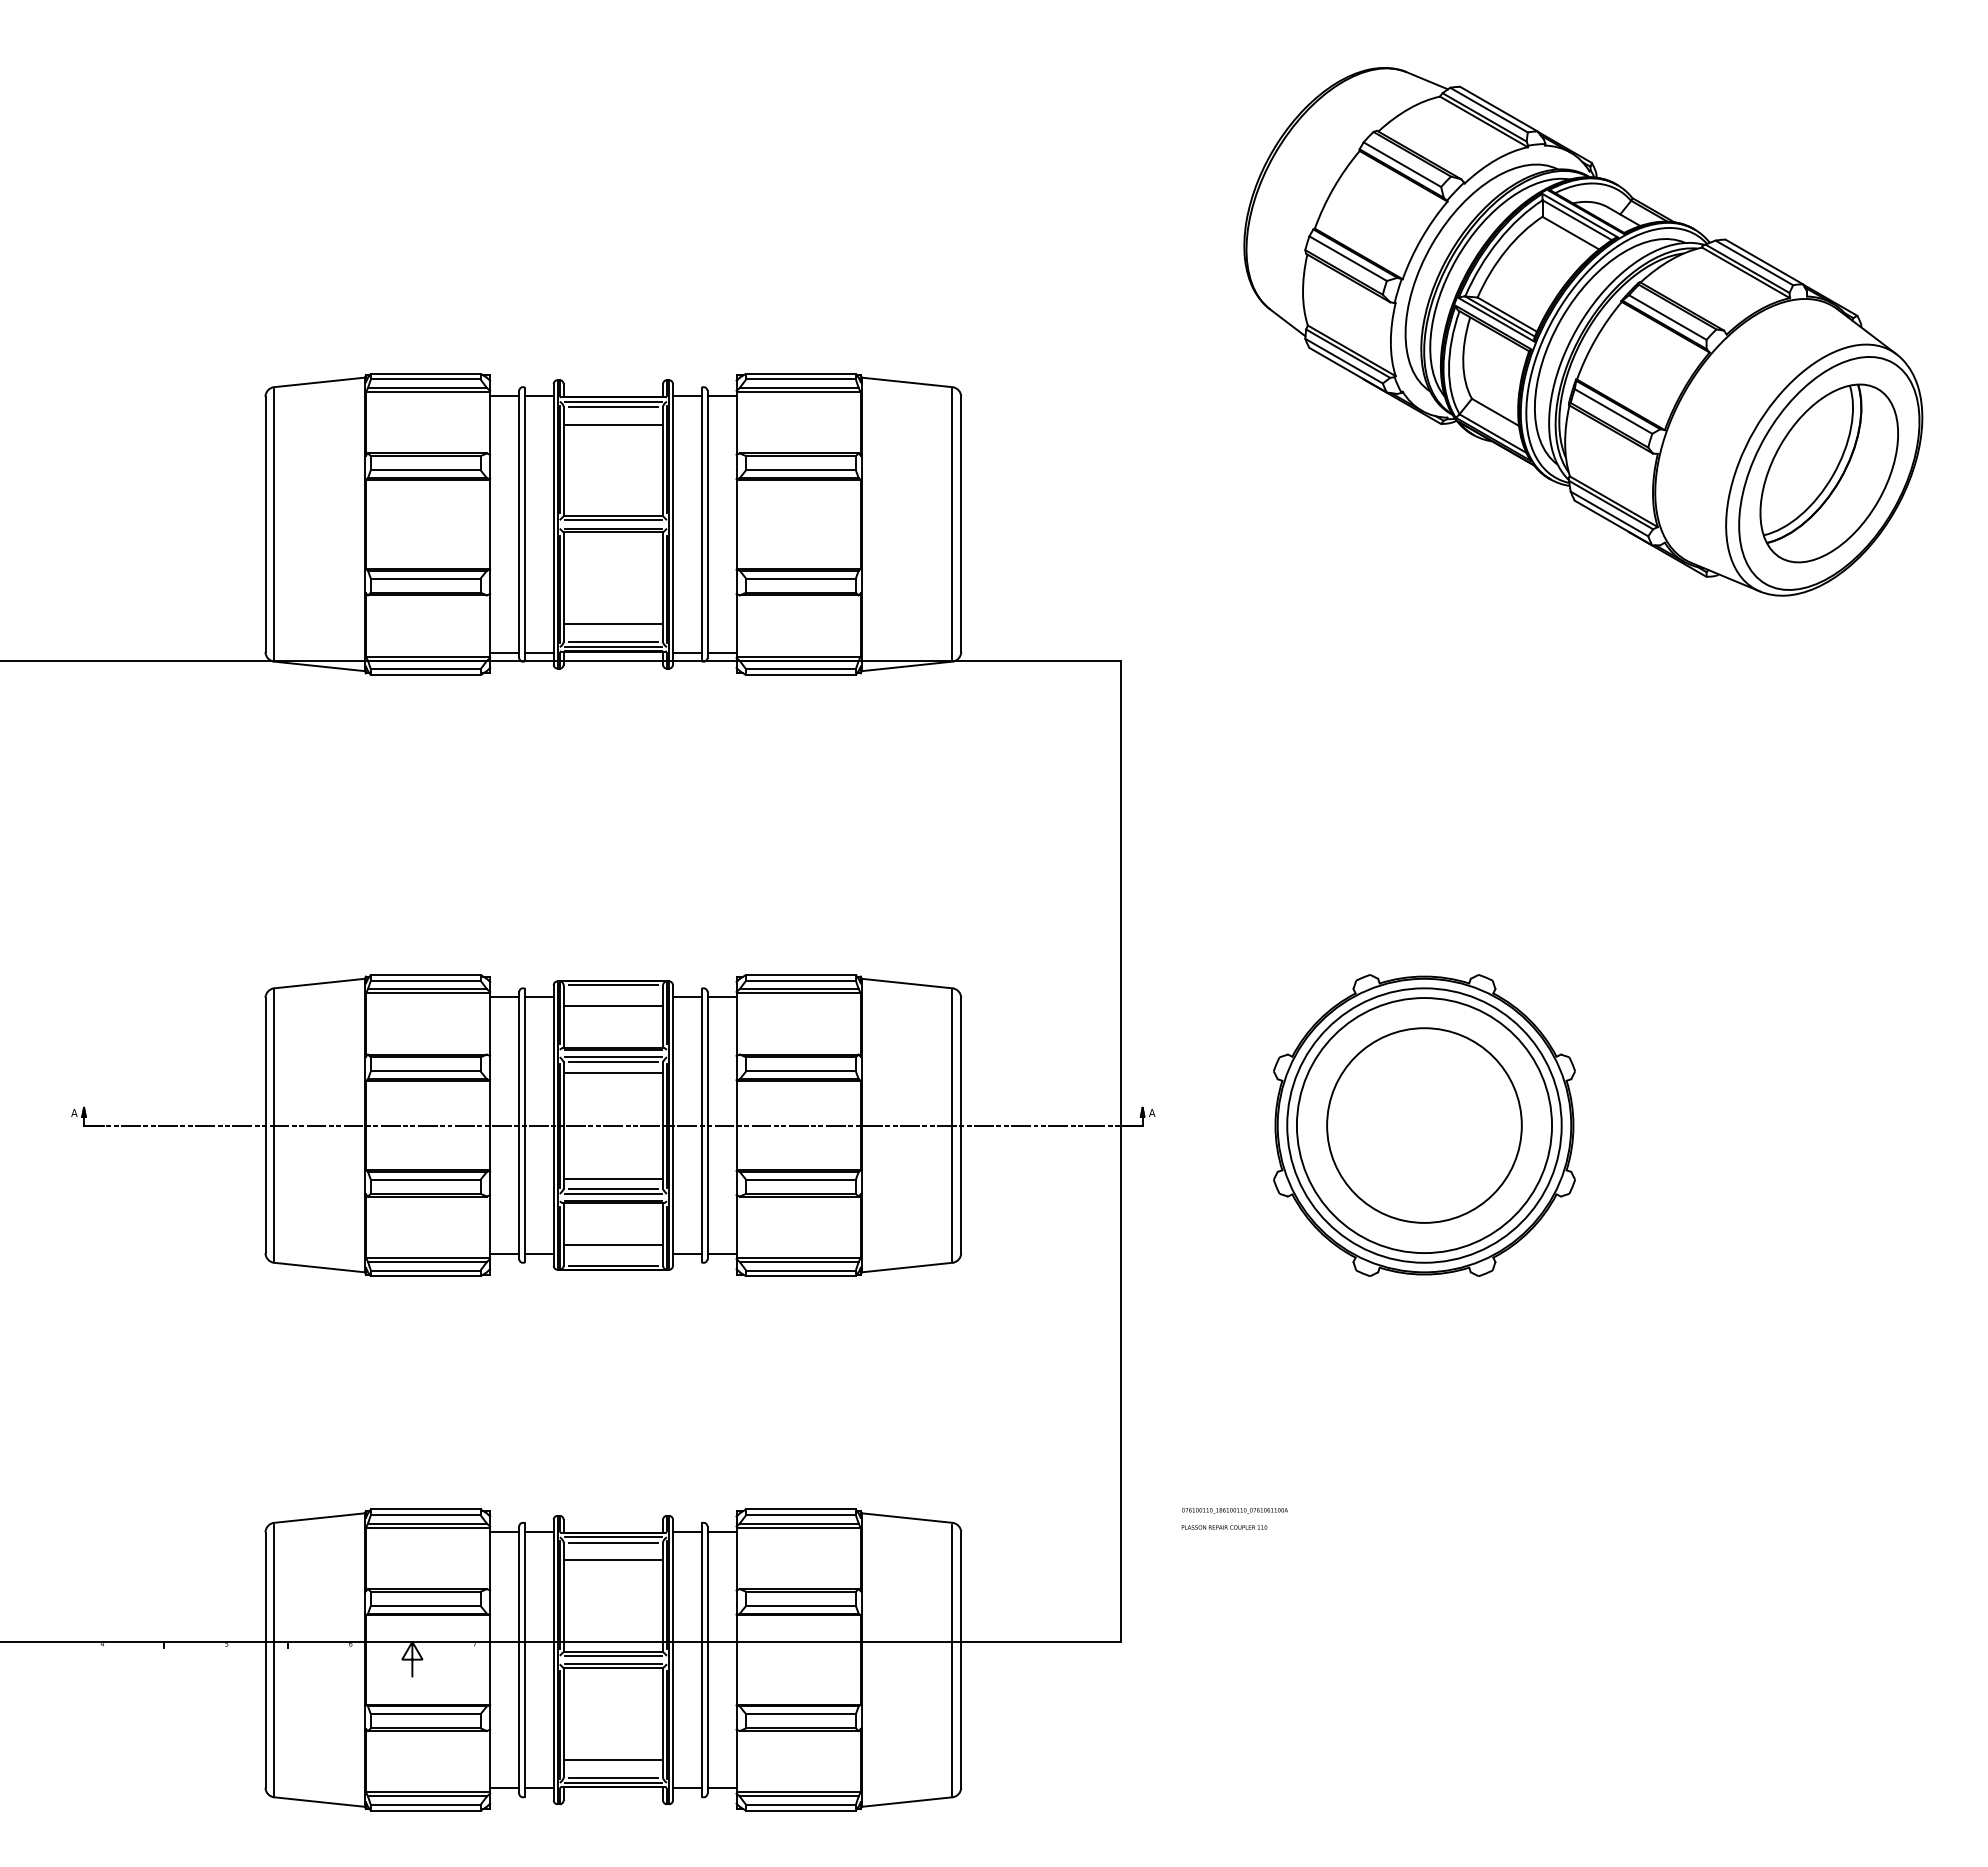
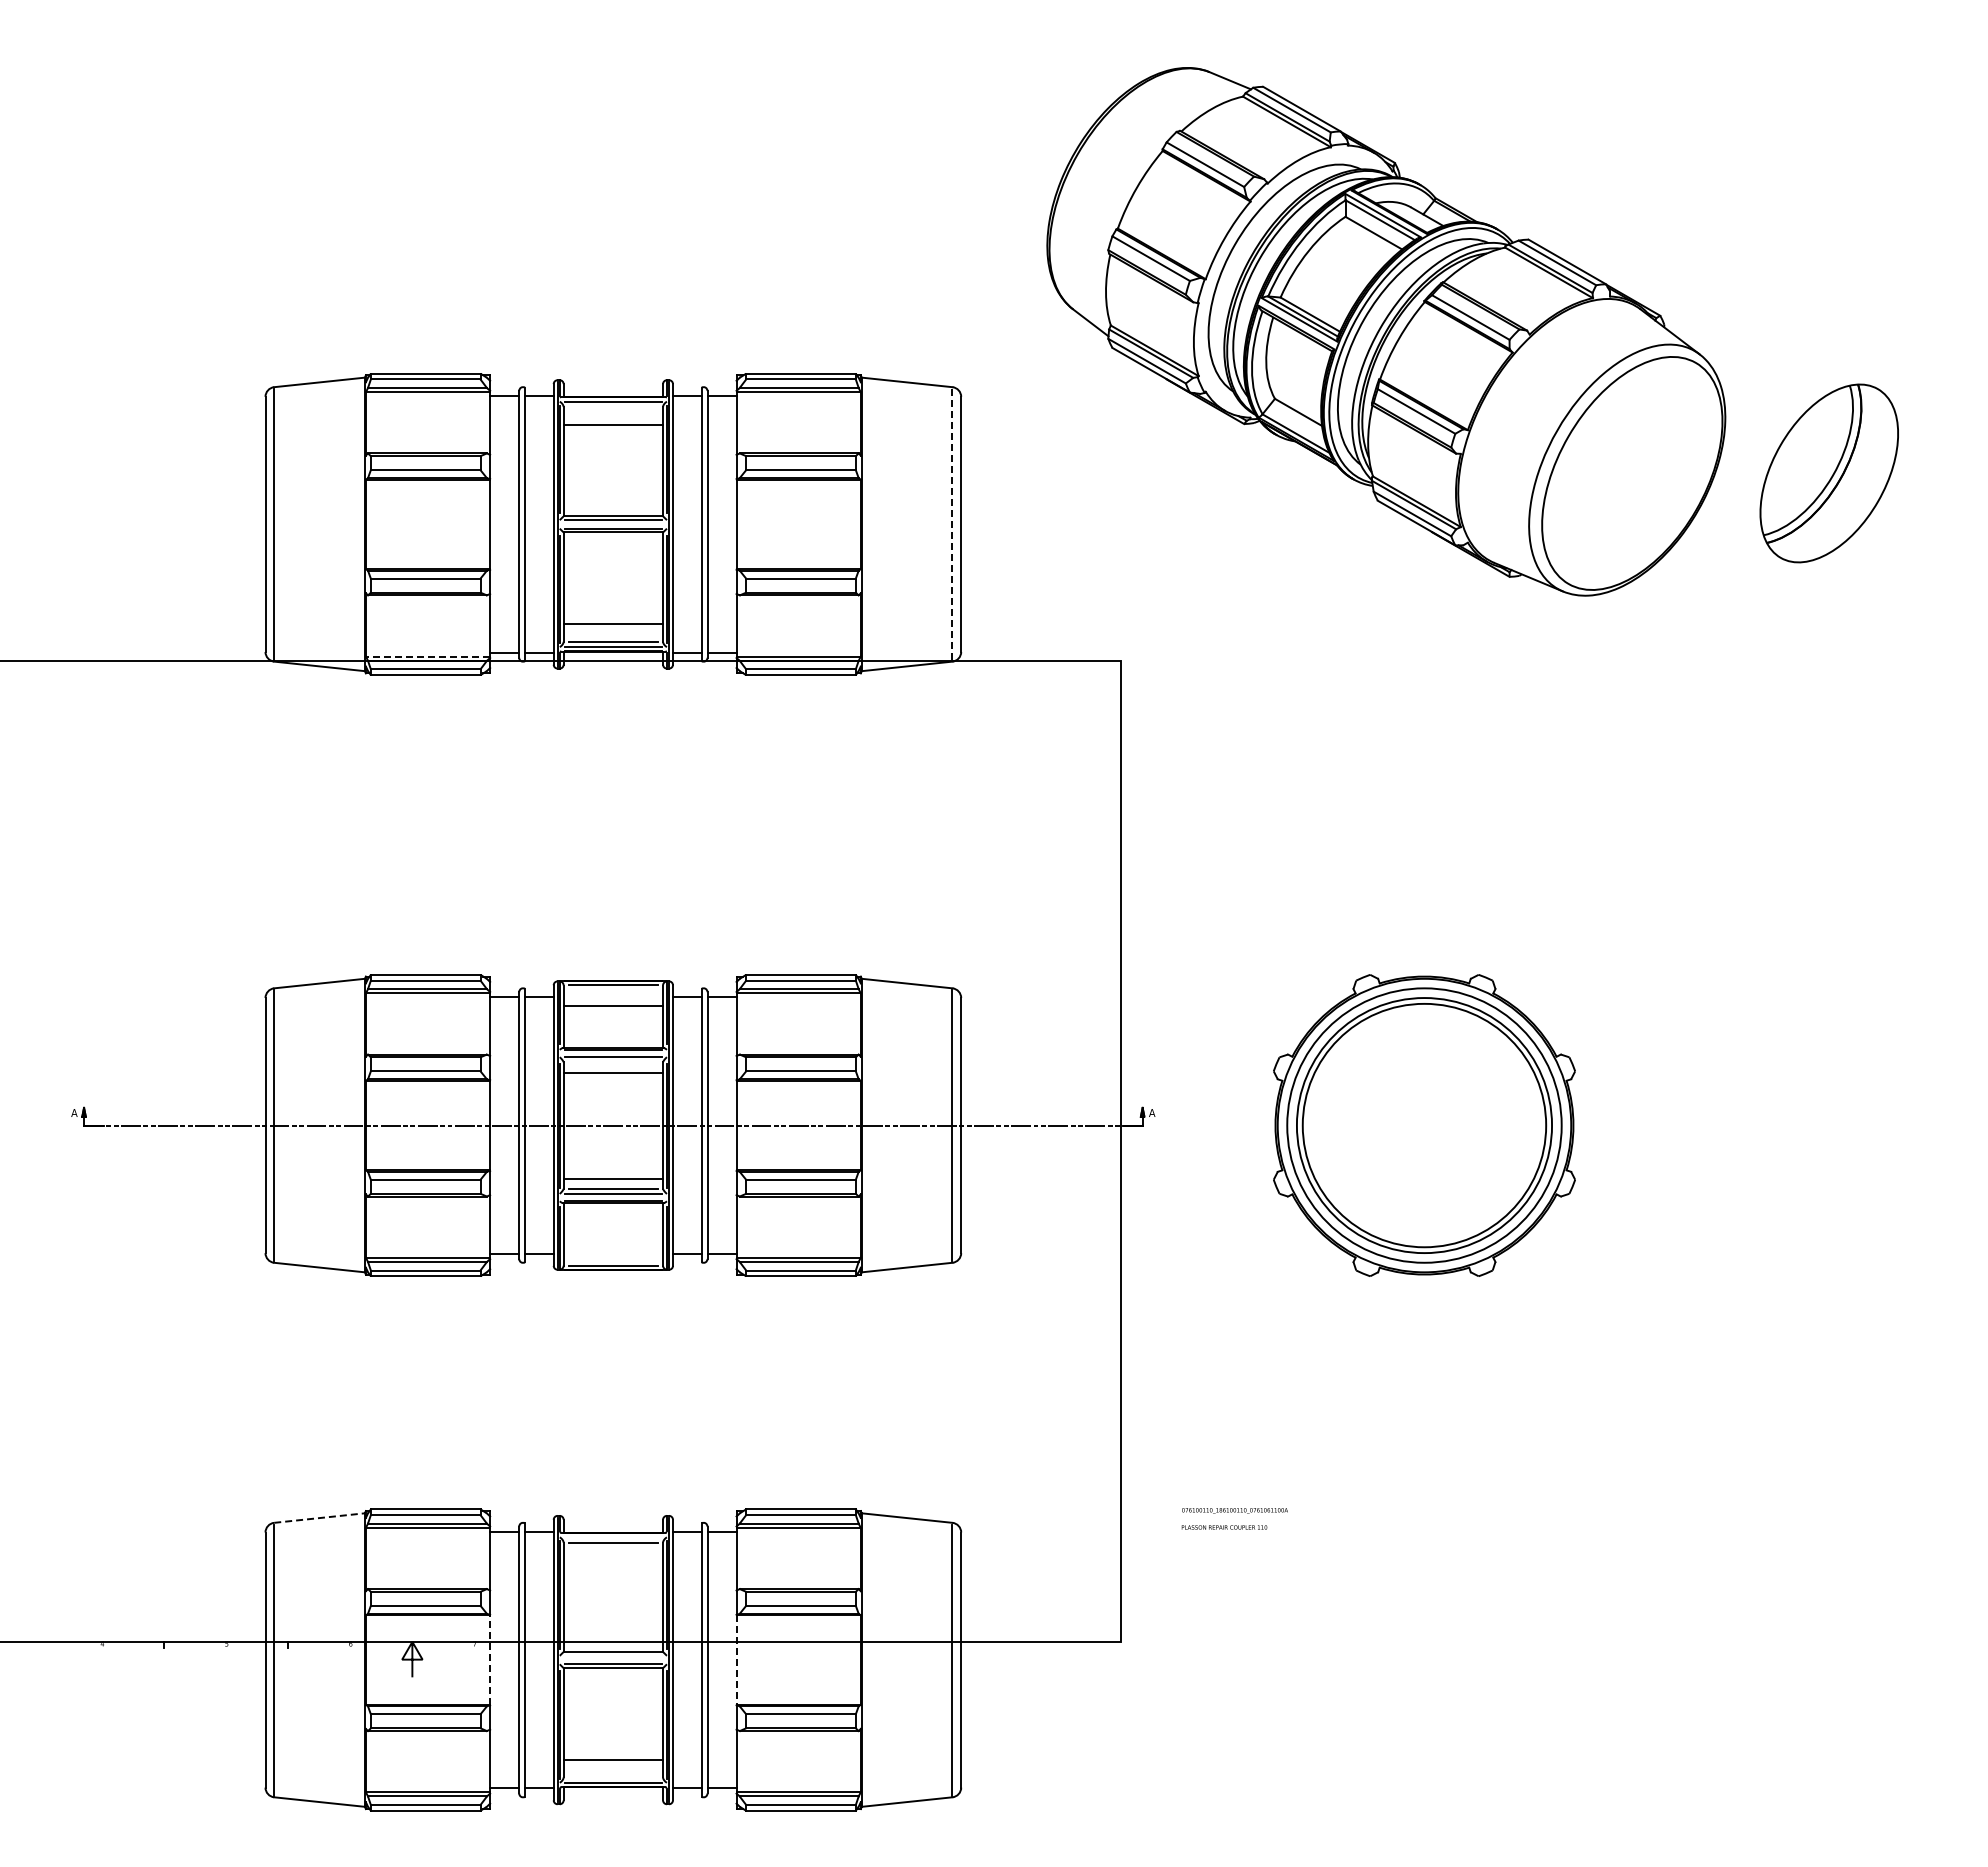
part at (1583, 331) position: (1583, 331) -> (1386, 331)
line at (613, 406): present -> none
line at (952, 524): solid -> dashed
line at (427, 656): solid -> dashed
line at (613, 1062): present -> none
circle at (1424, 1125) diameter: 195 px -> 243 px
line at (613, 1245): present -> none
line at (319, 1518): solid -> dashed
line at (613, 1537): present -> none
line at (613, 1560): present -> none
line at (613, 1655): present -> none
line at (490, 1660): solid -> dashed
line at (736, 1660): solid -> dashed
line at (613, 1777): present -> none
